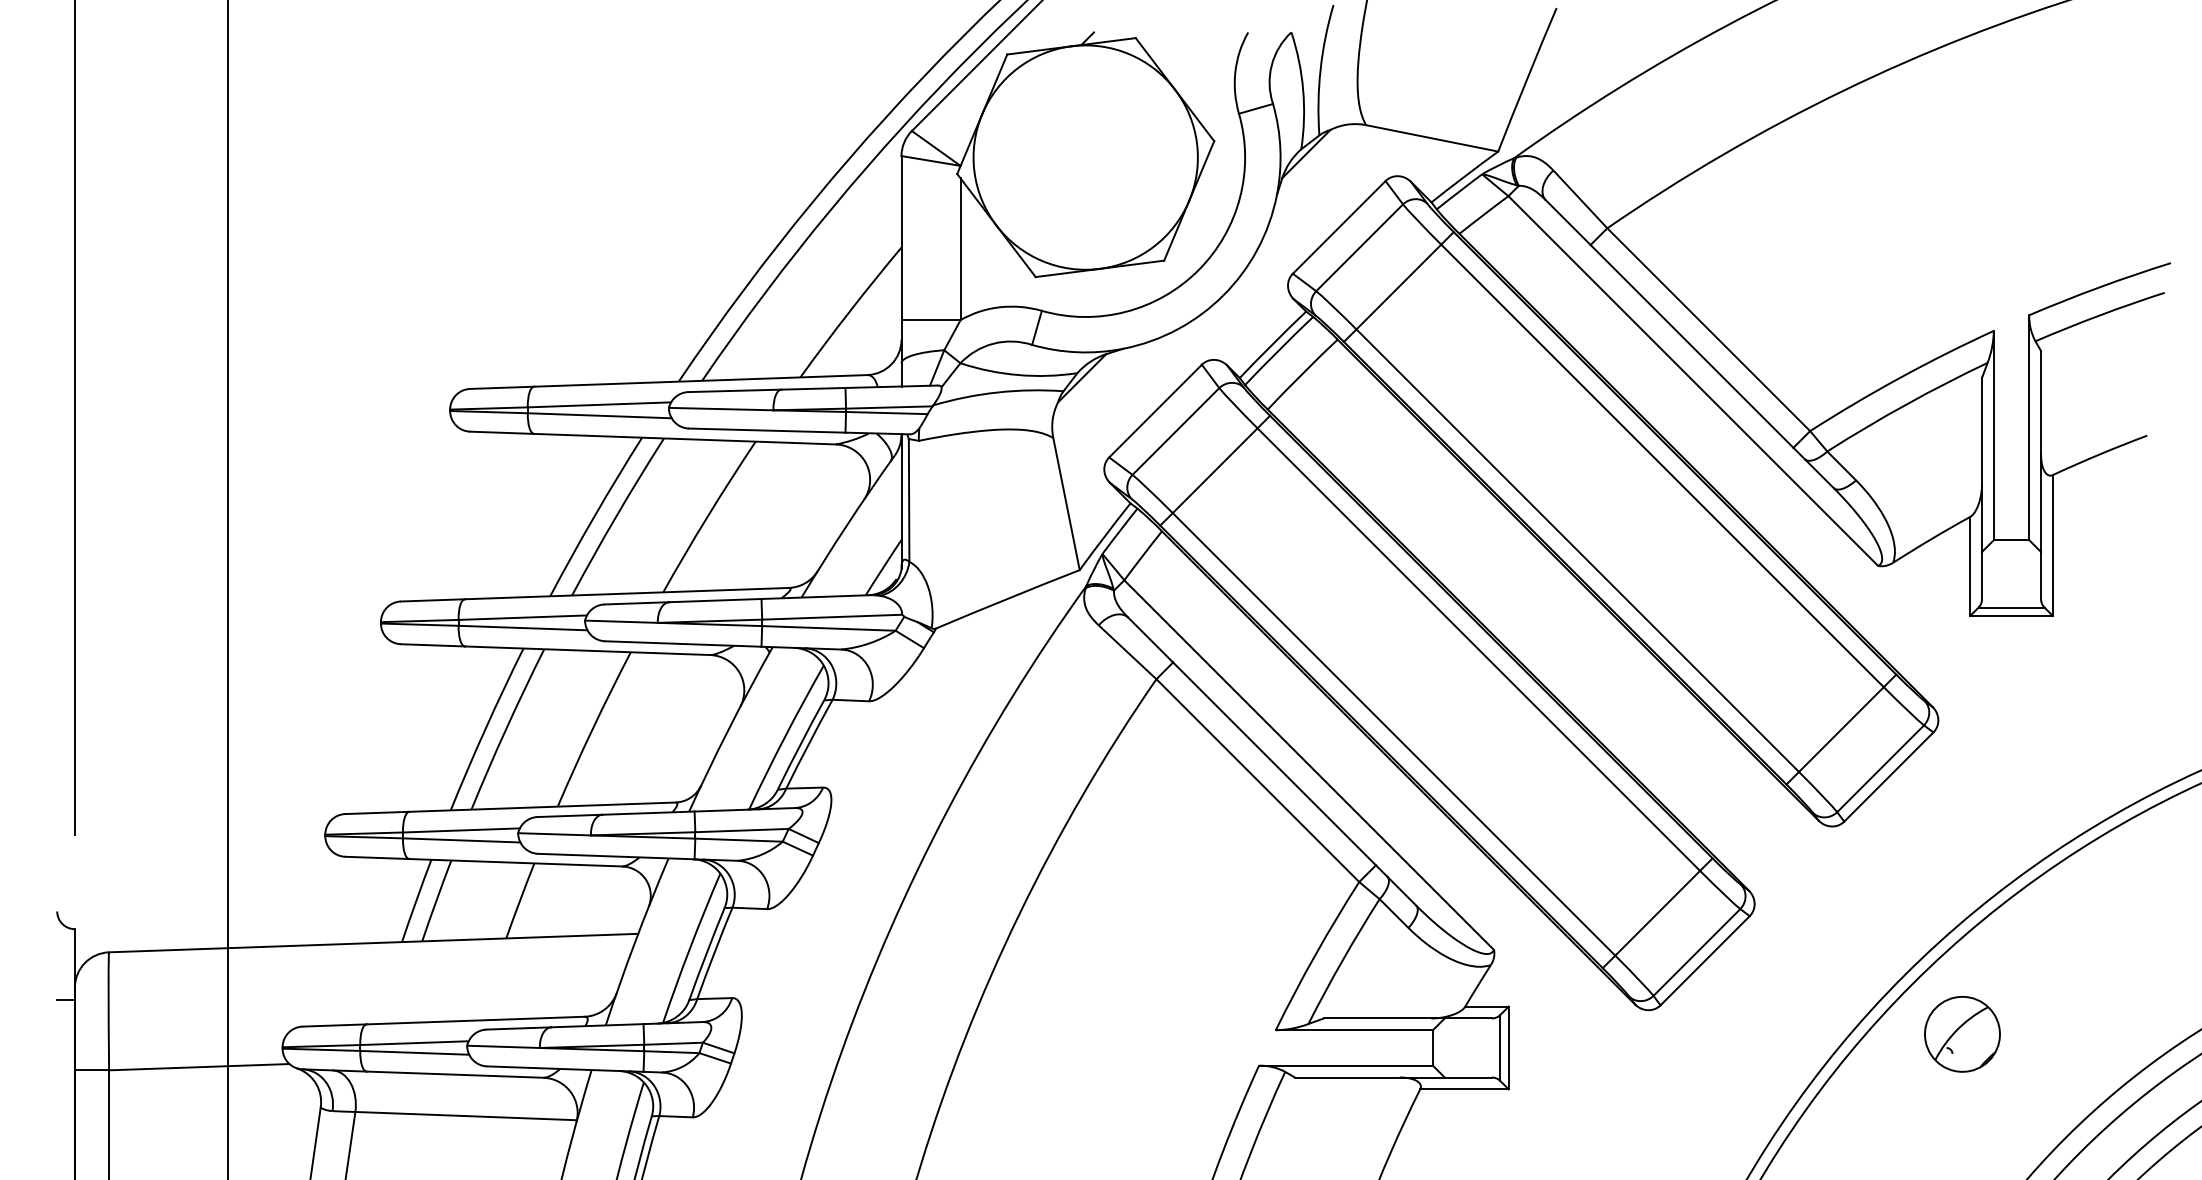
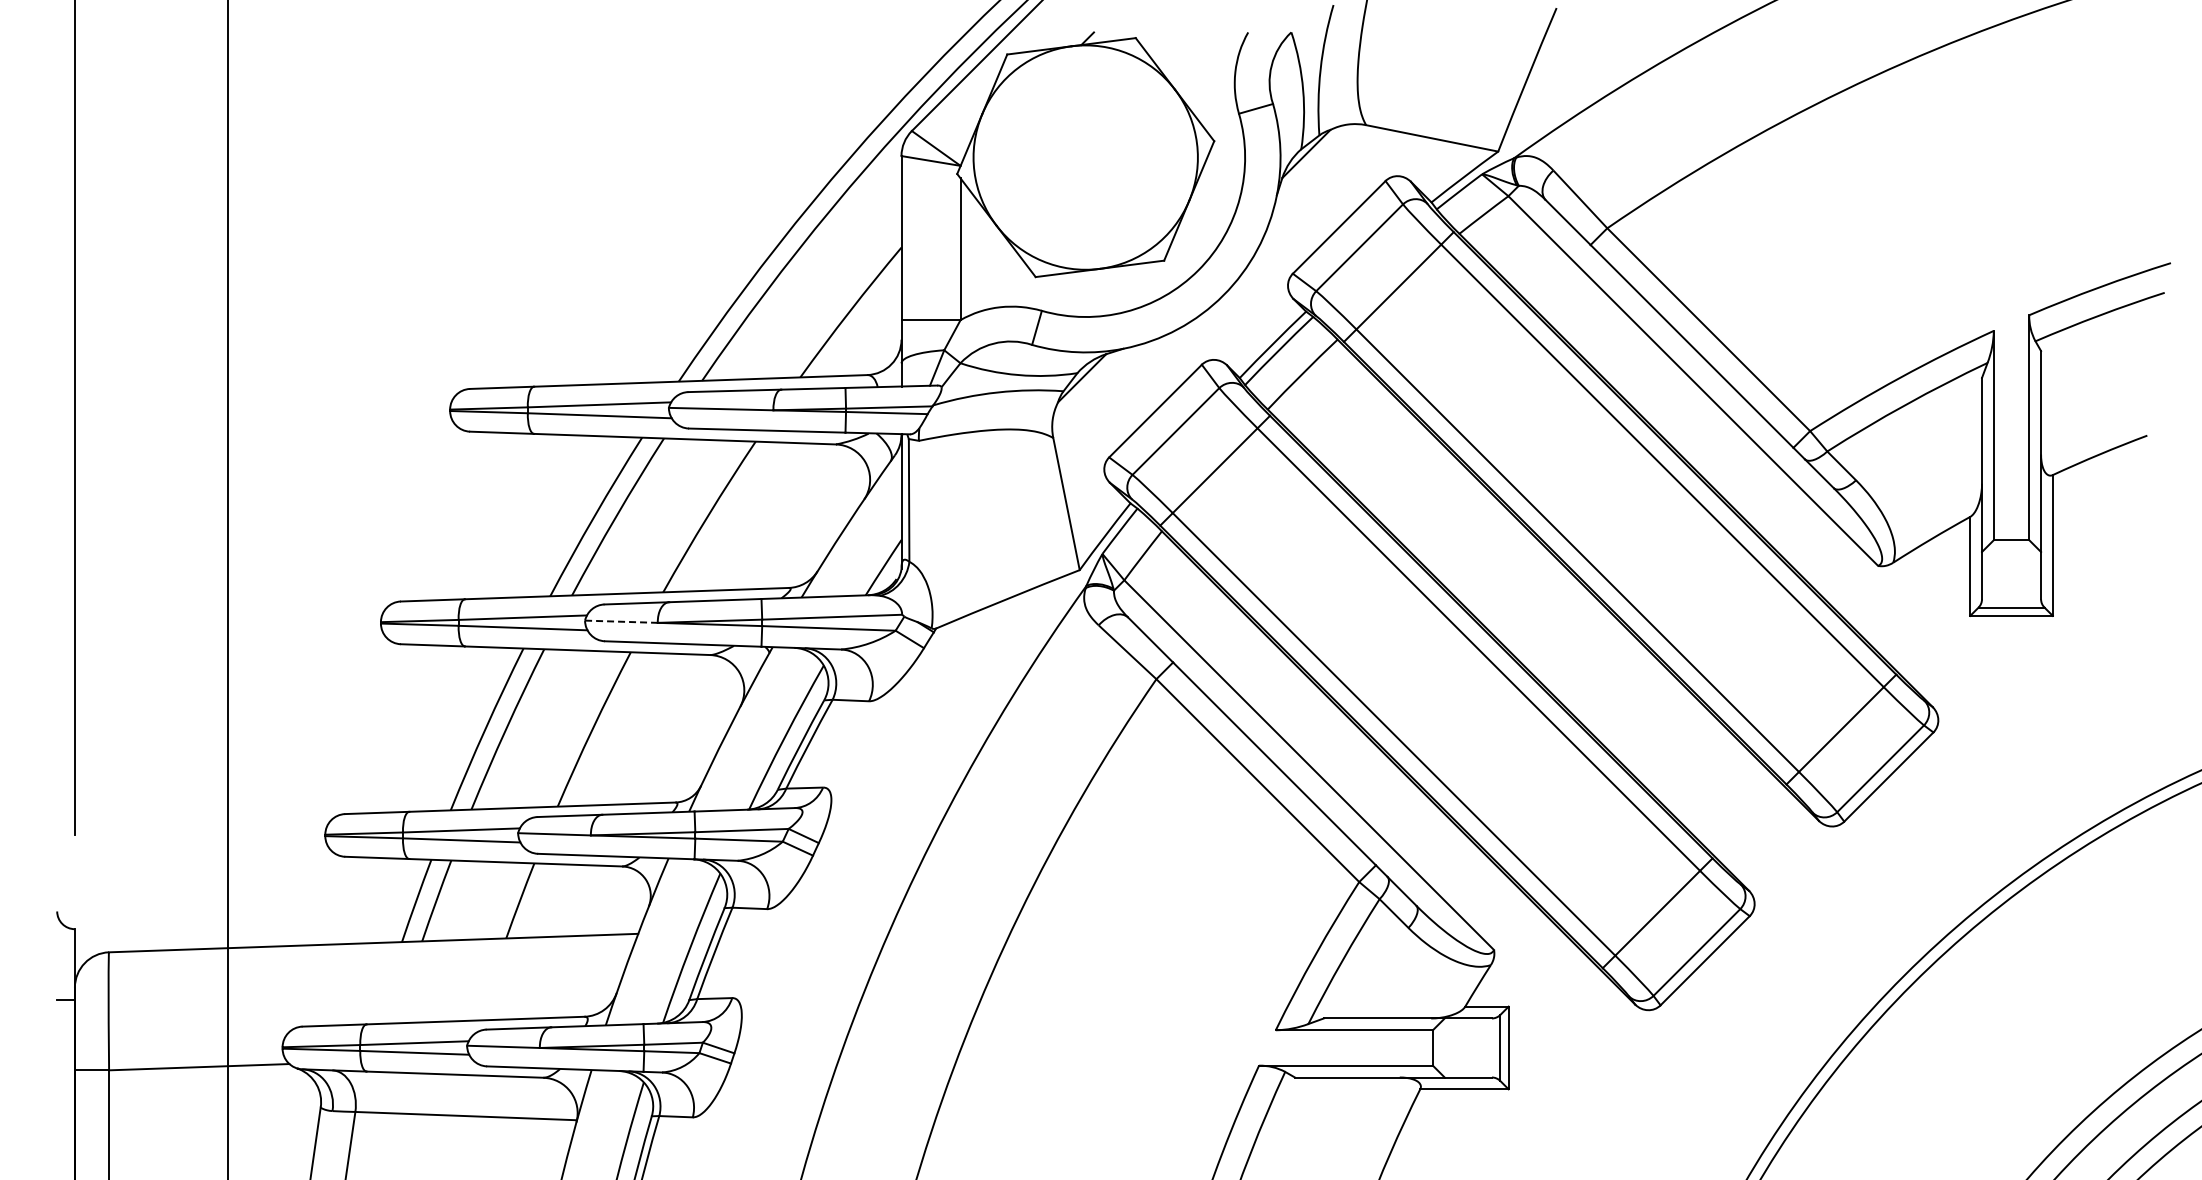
line at (621, 621): solid -> dashed
part at (1962, 1034): present -> none
